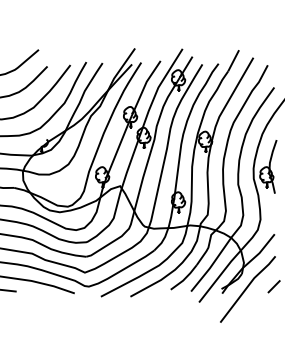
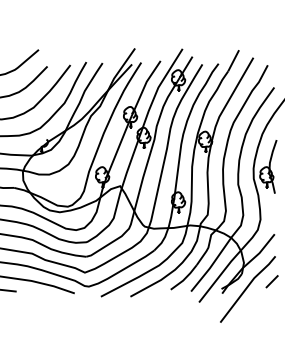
line at (273, 286) position: (273, 286) -> (271, 281)
